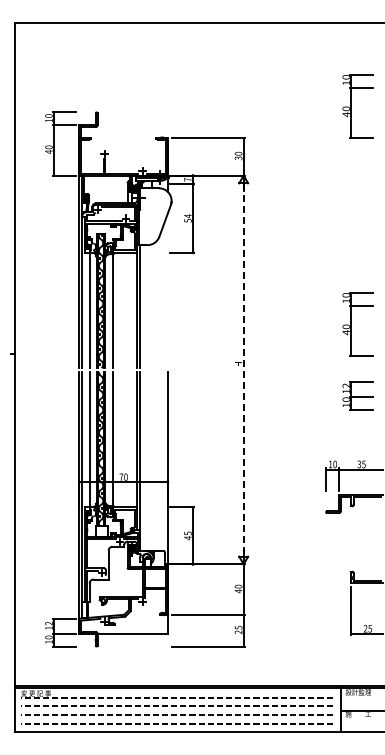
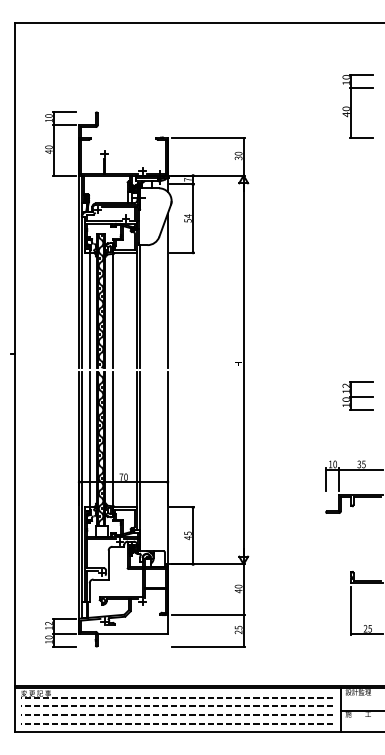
line at (167, 290): none -> present
part at (357, 324): present -> none
line at (243, 370): dashed -> solid
